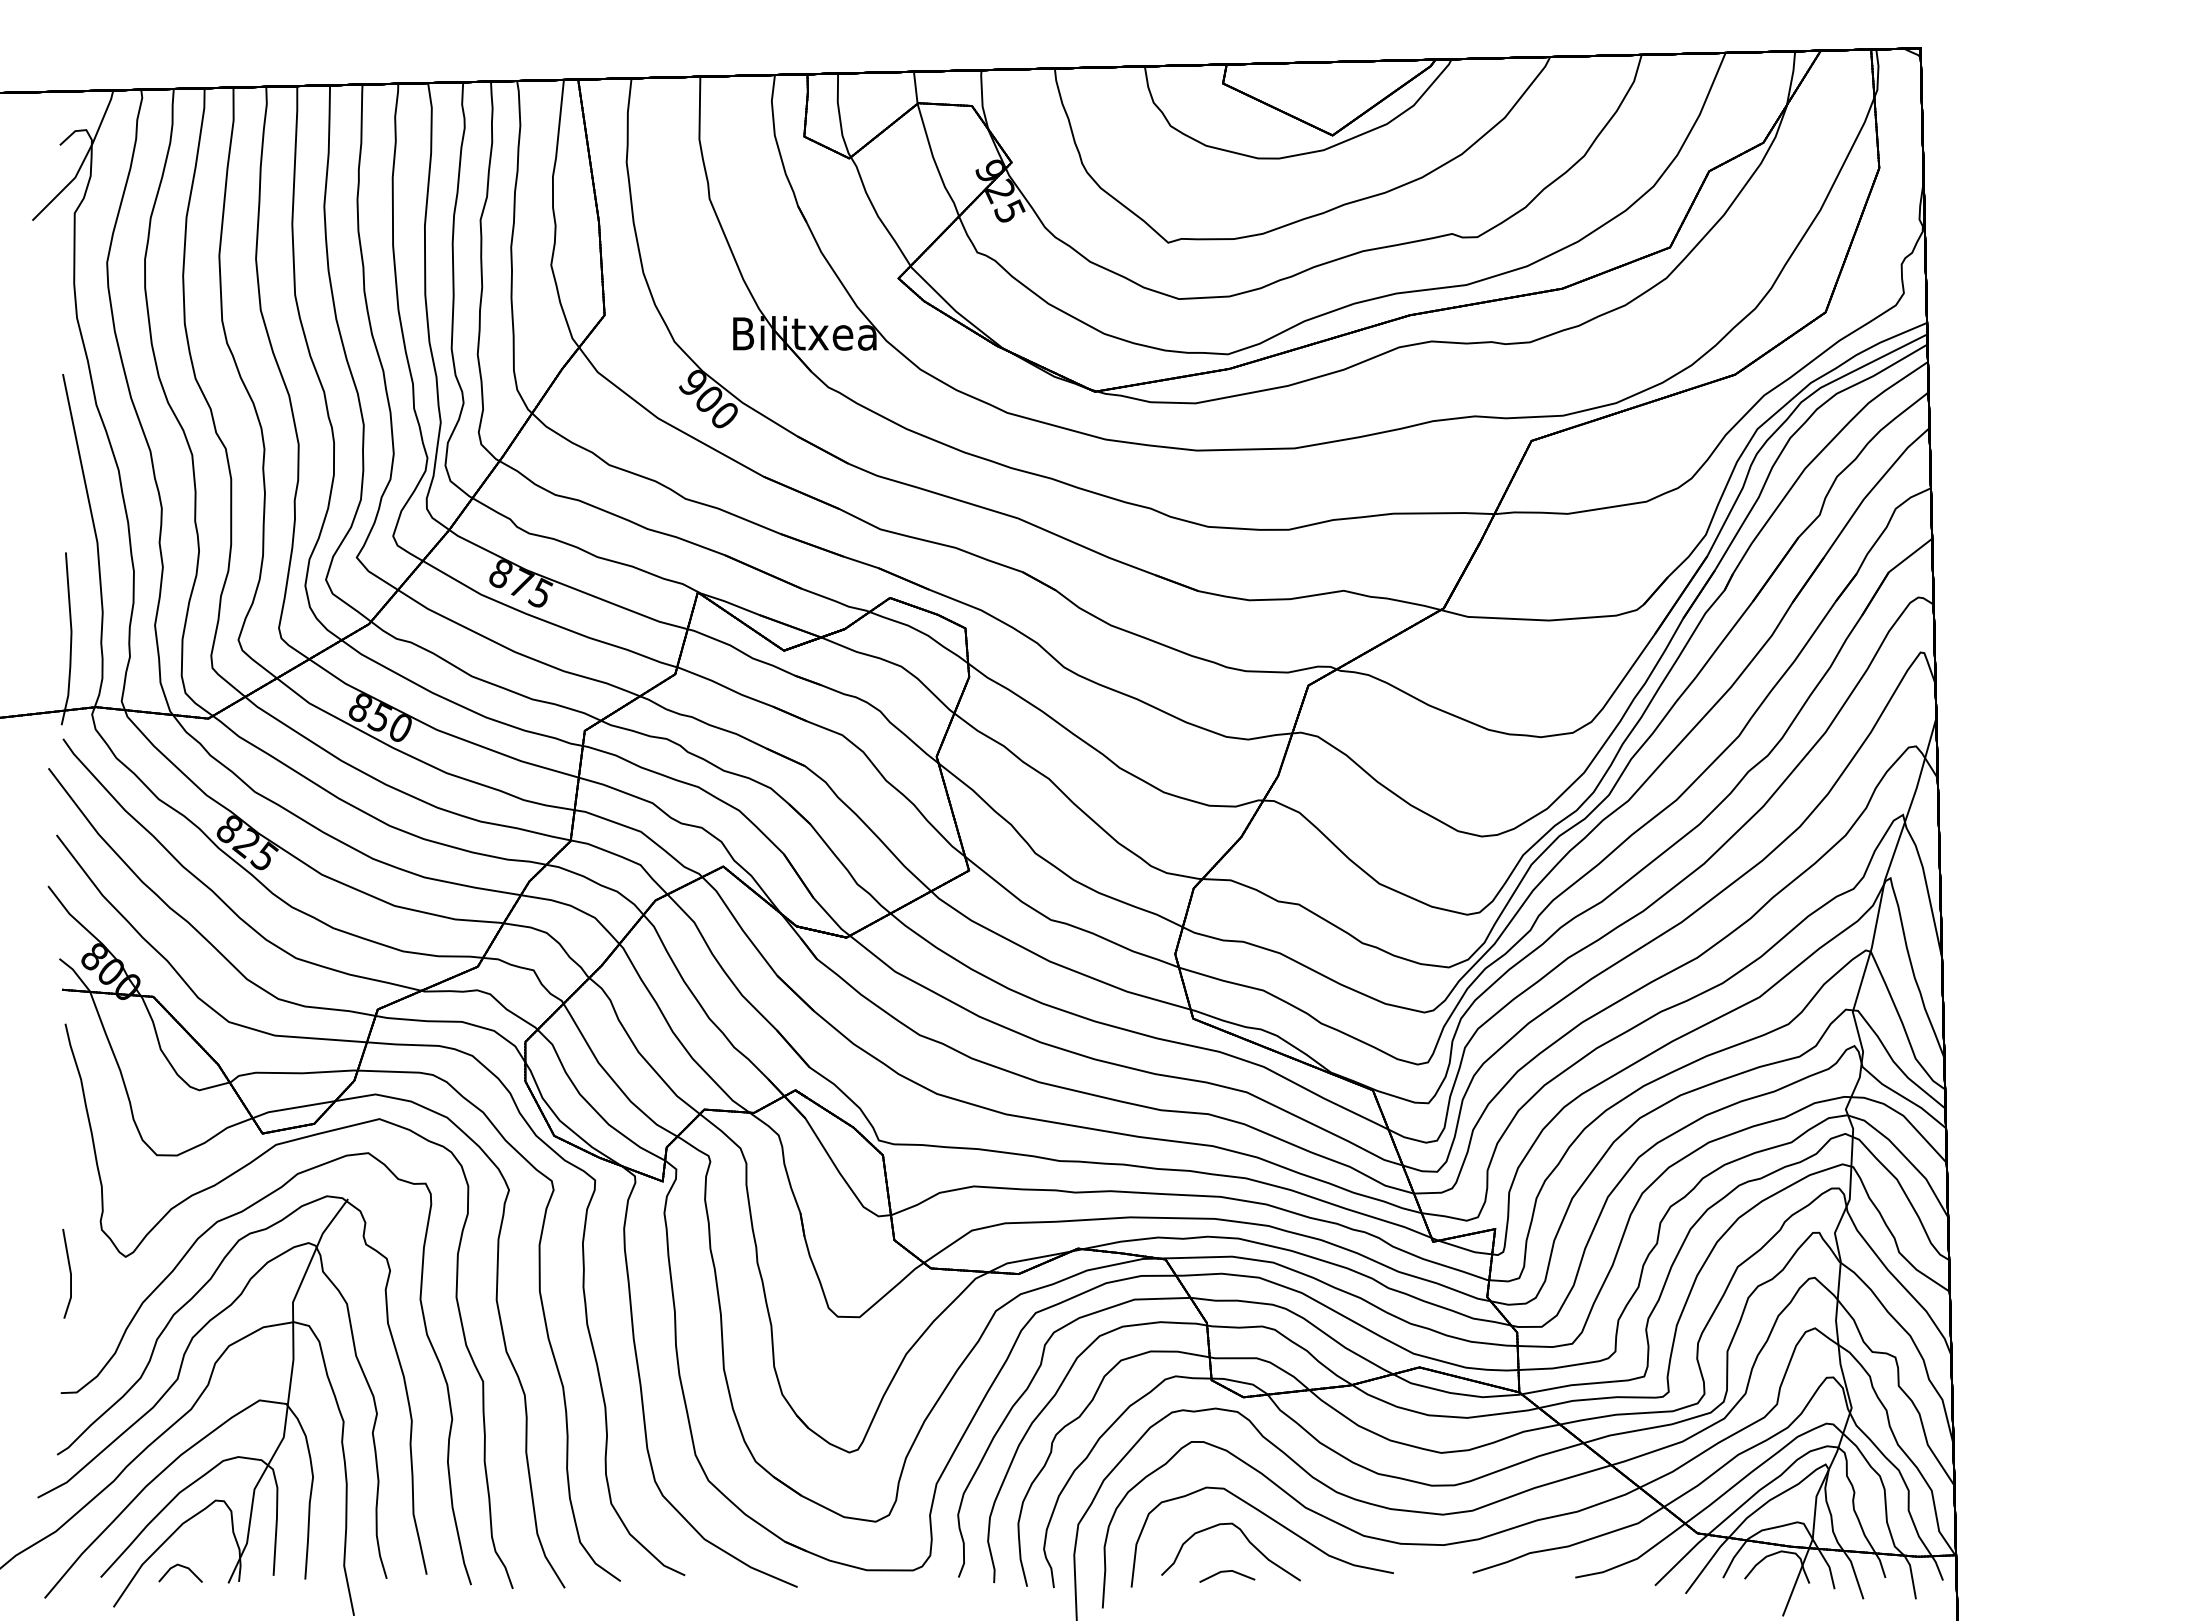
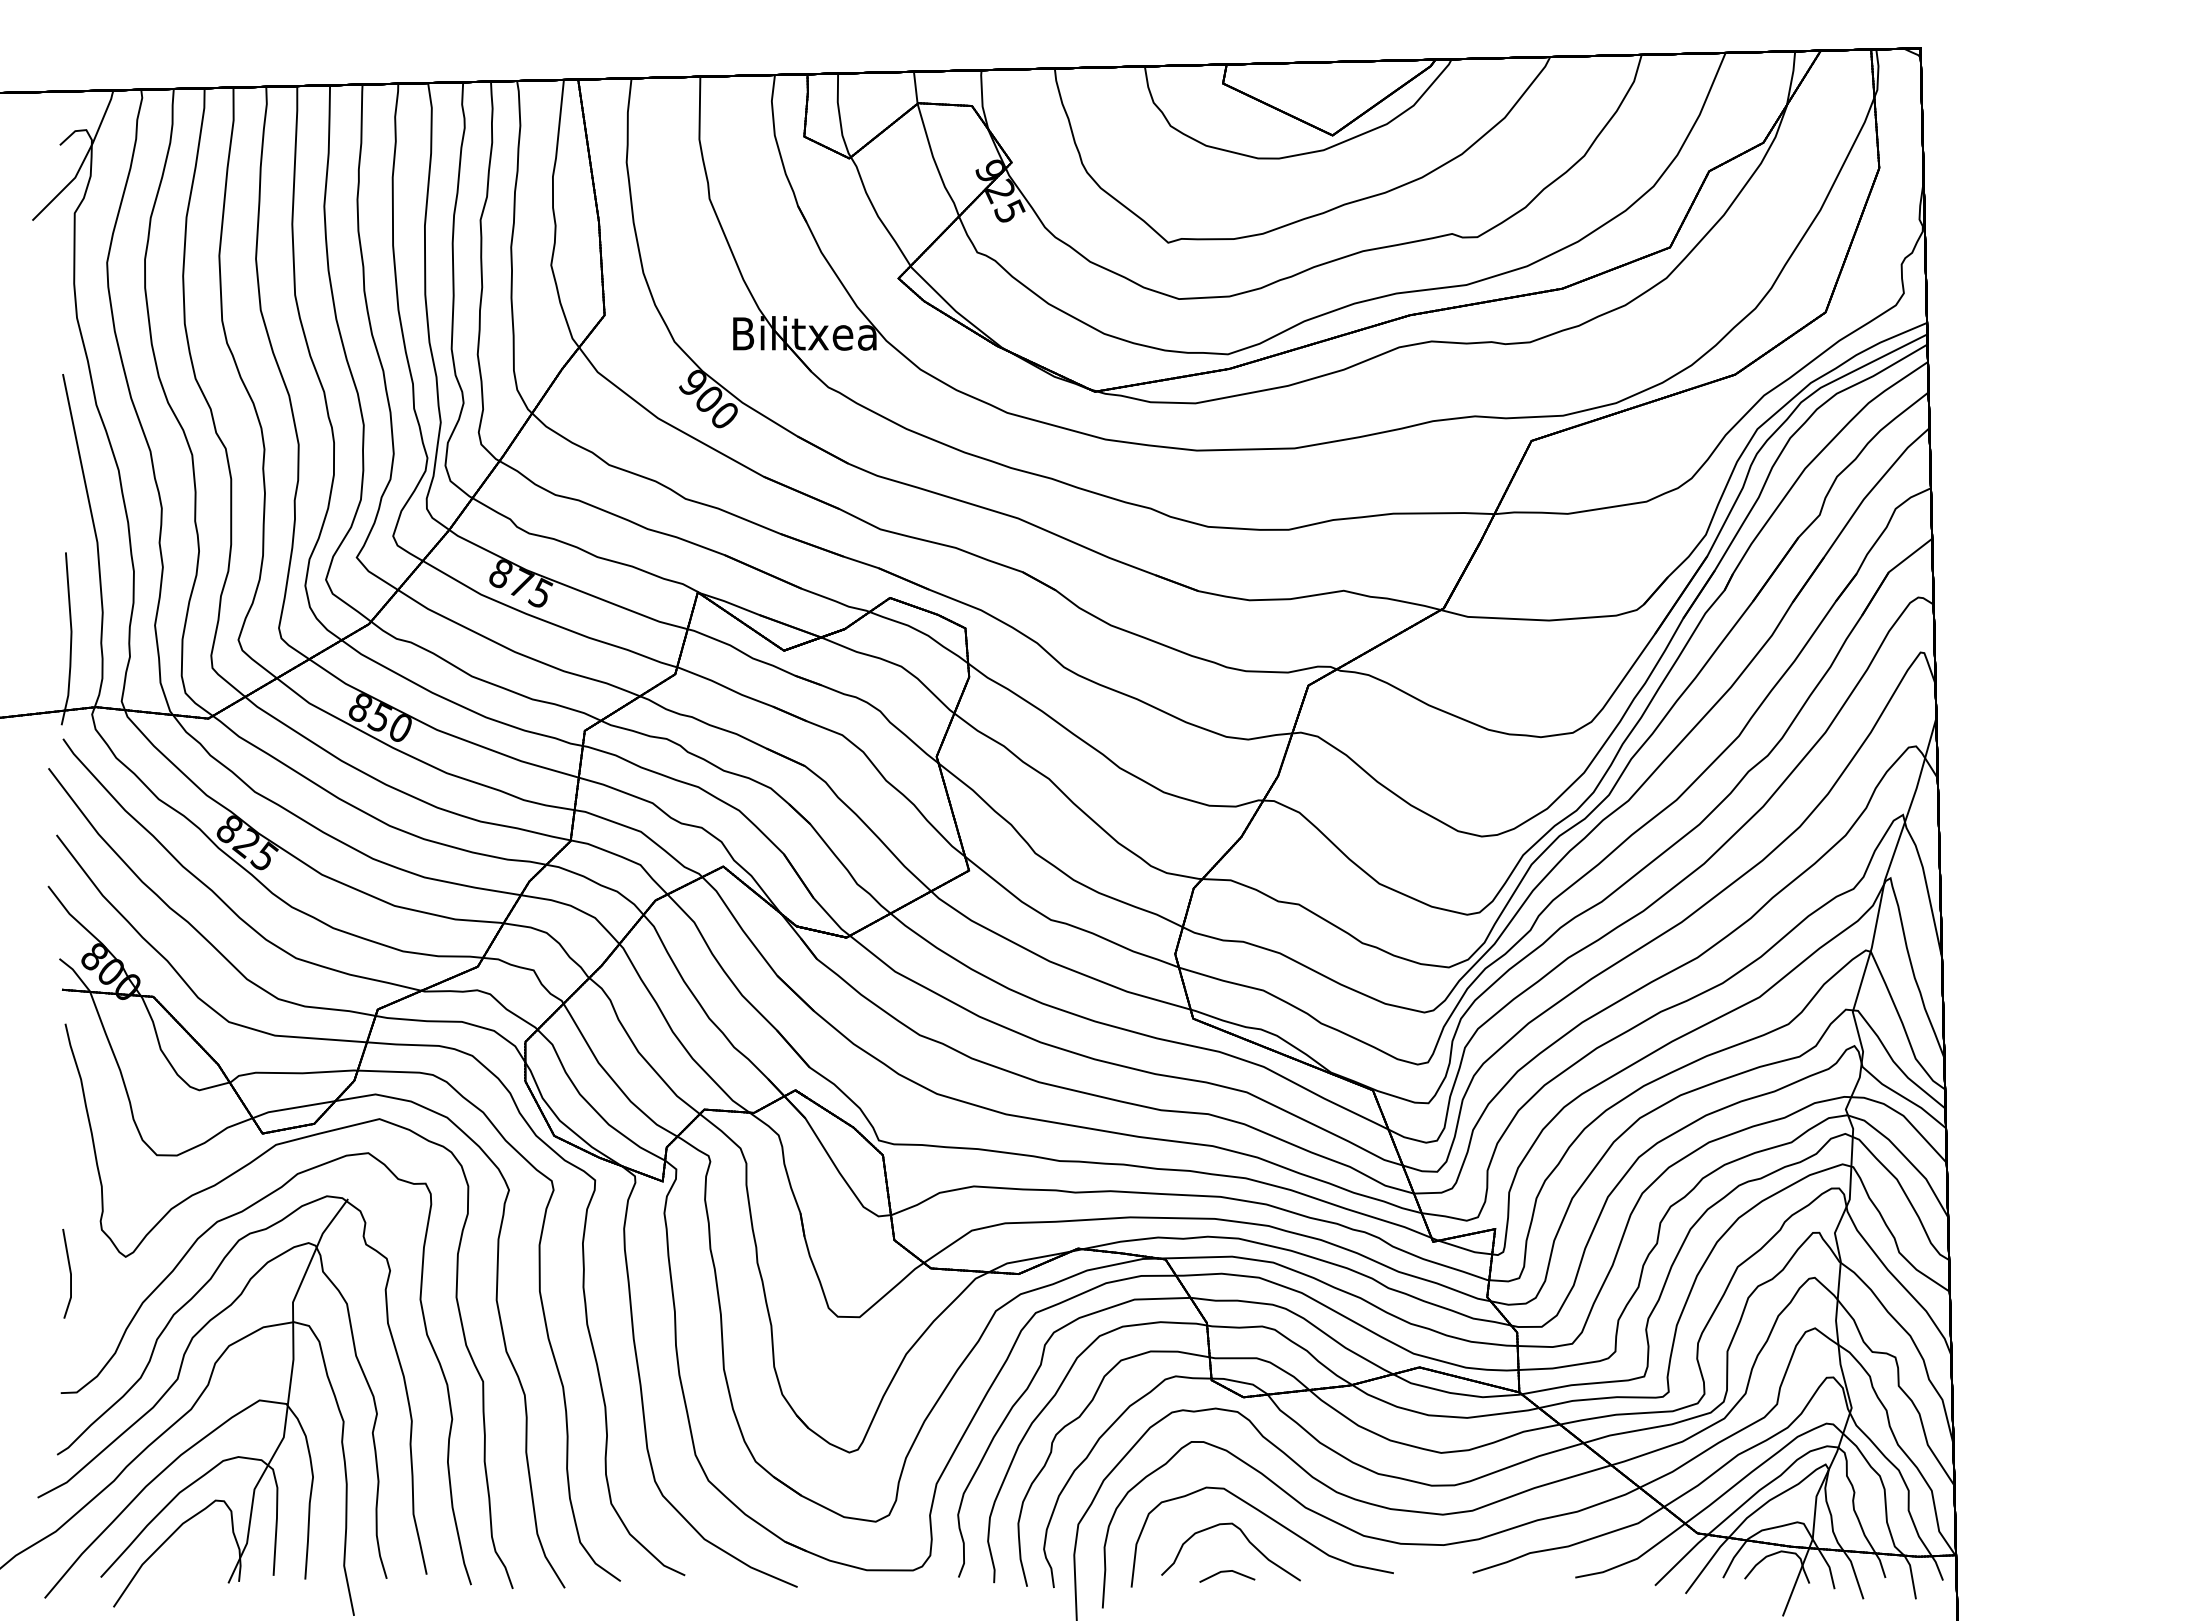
part at (180, 1572): present -> none
